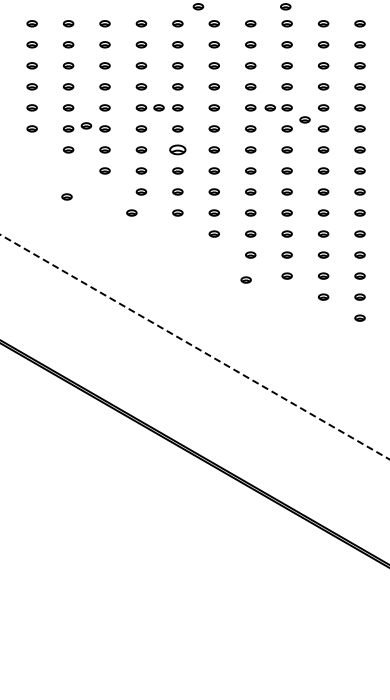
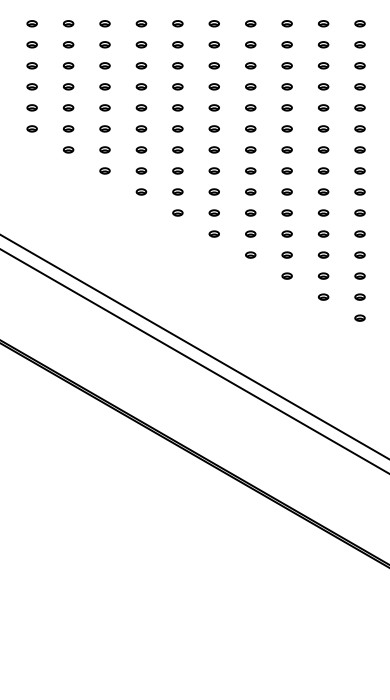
part at (198, 6): present -> none
part at (285, 6): present -> none
part at (158, 107): present -> none
part at (269, 107): present -> none
part at (304, 119): present -> none
part at (86, 125): present -> none
part at (177, 149) size: 18x12 px -> 12x8 px
part at (66, 196): present -> none
part at (131, 212): present -> none
part at (245, 279): present -> none
line at (195, 347): dashed -> solid
line at (194, 361): none -> present
